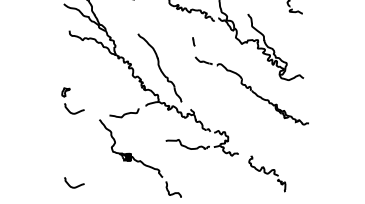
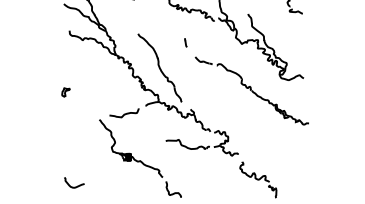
curve at (193, 41) position: (193, 41) -> (185, 42)
curve at (74, 112): present -> none
part at (267, 173) position: (267, 173) -> (258, 179)
